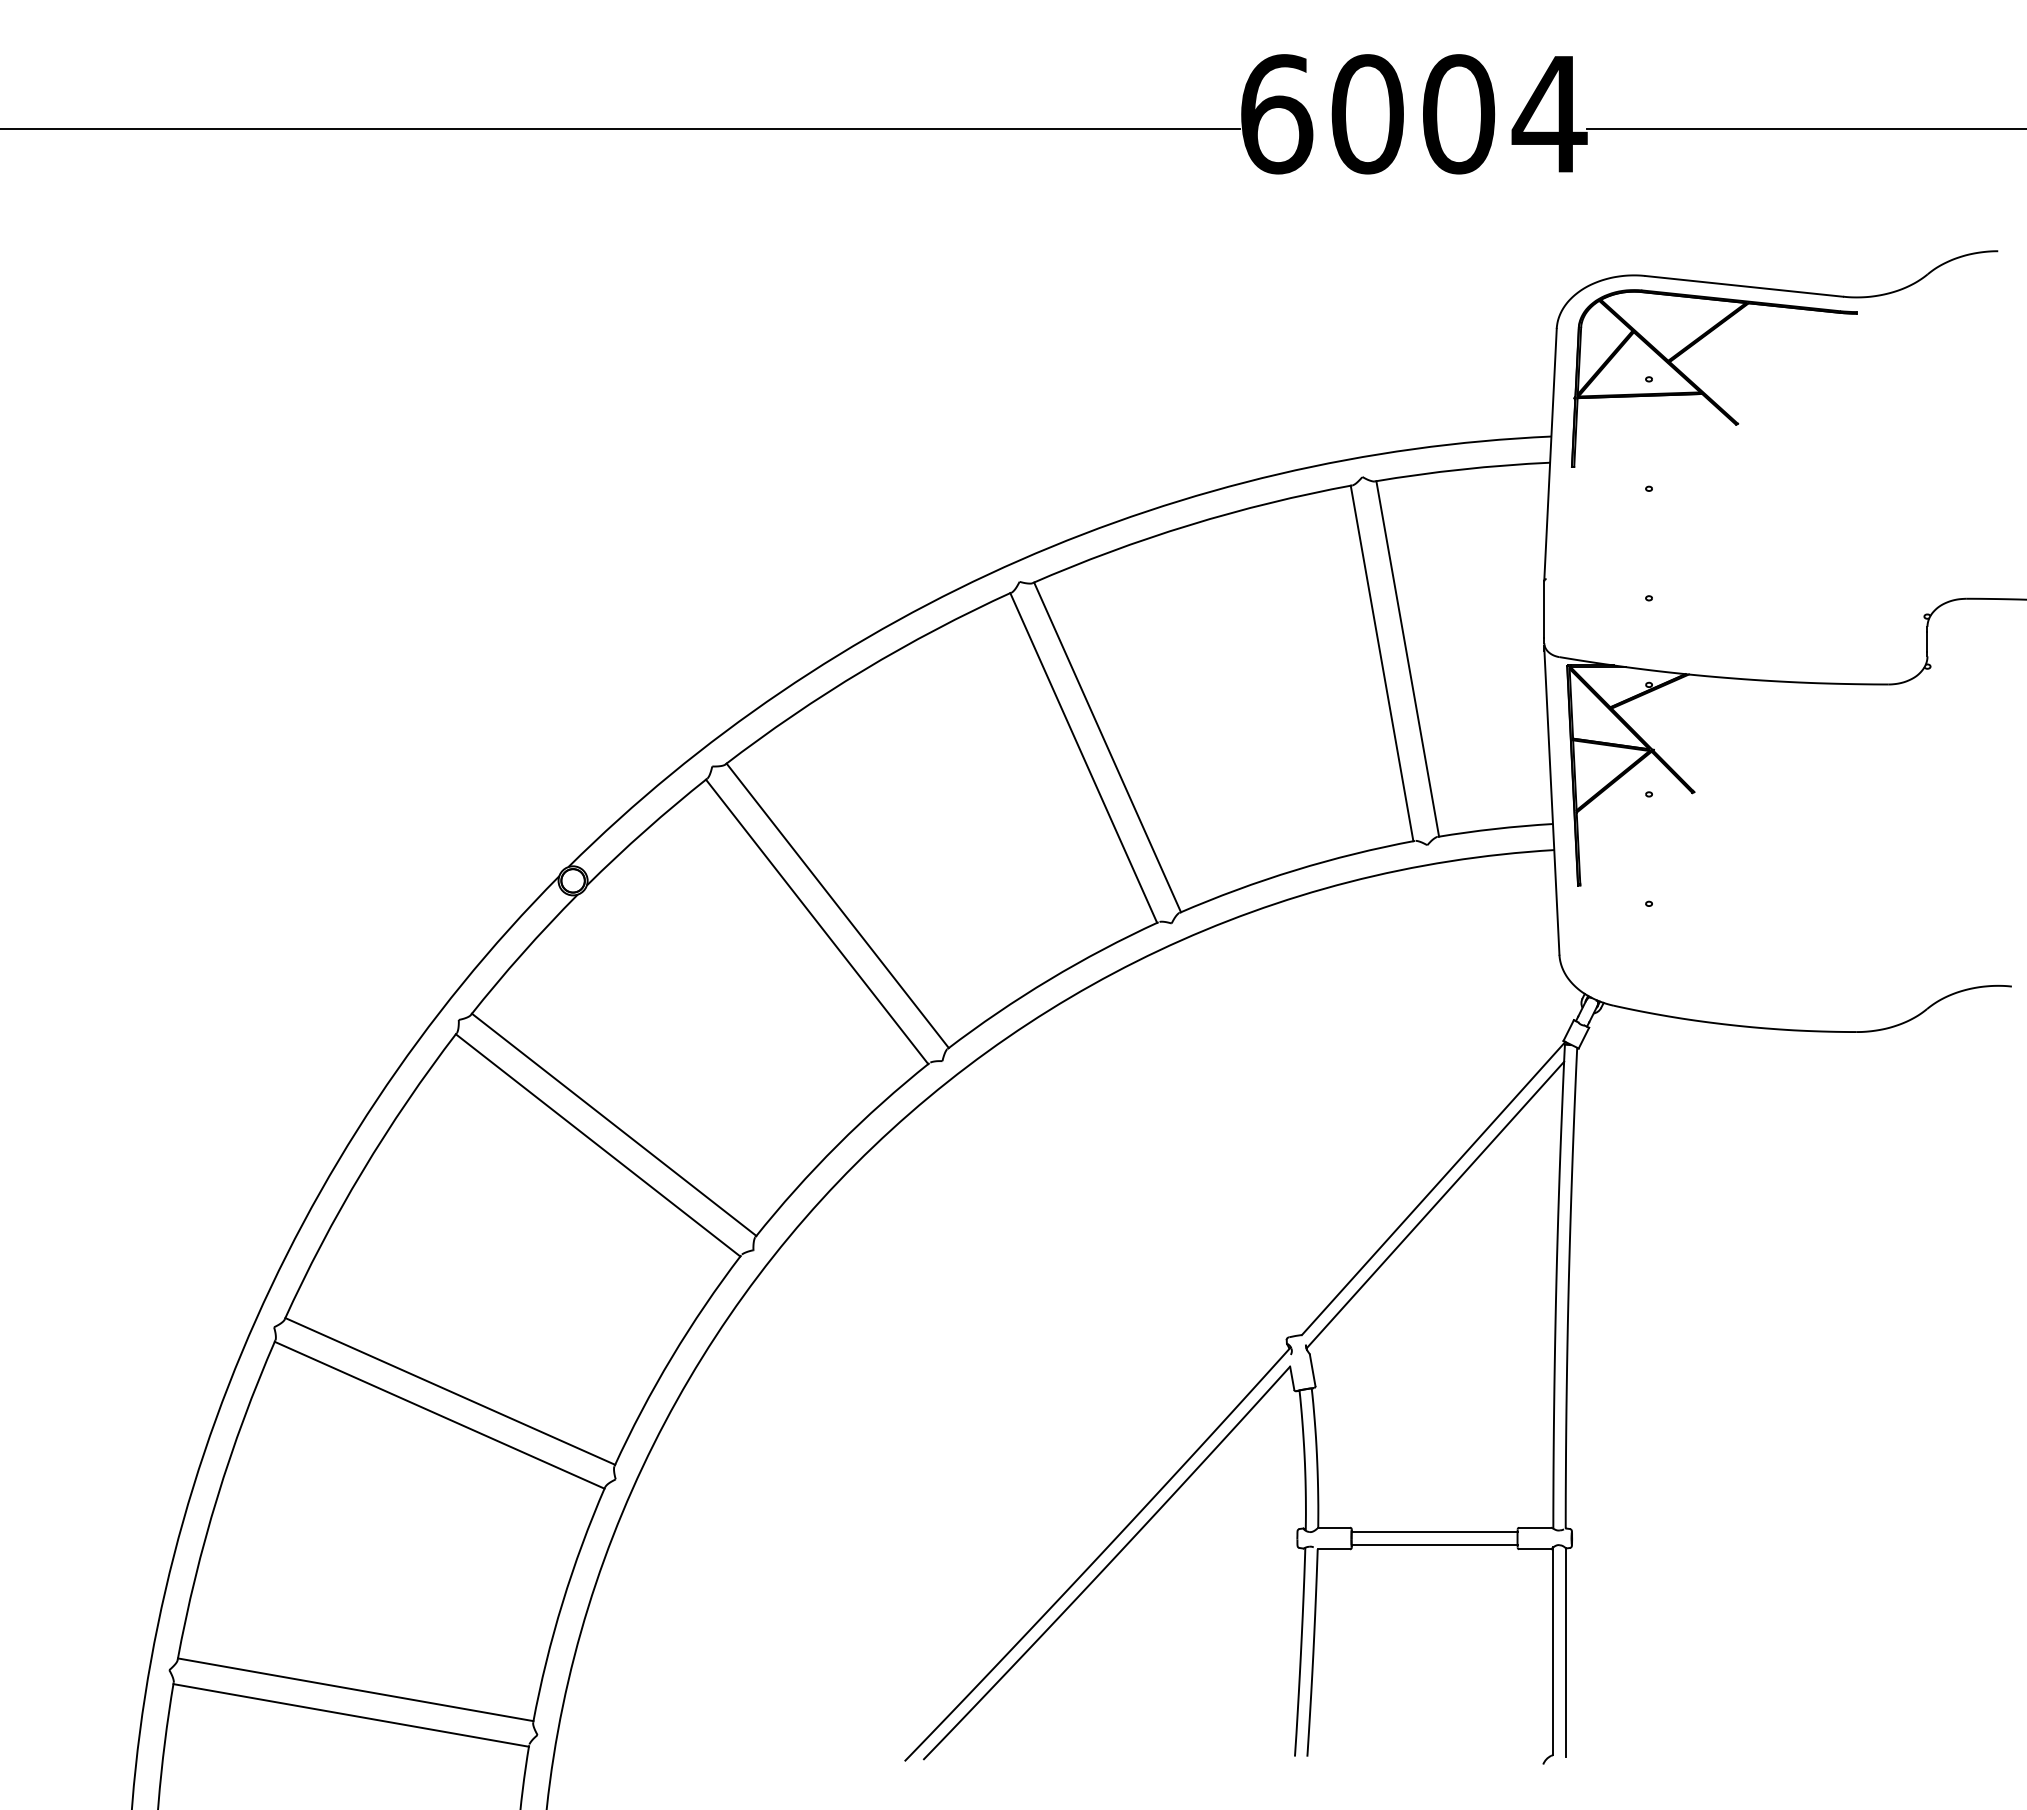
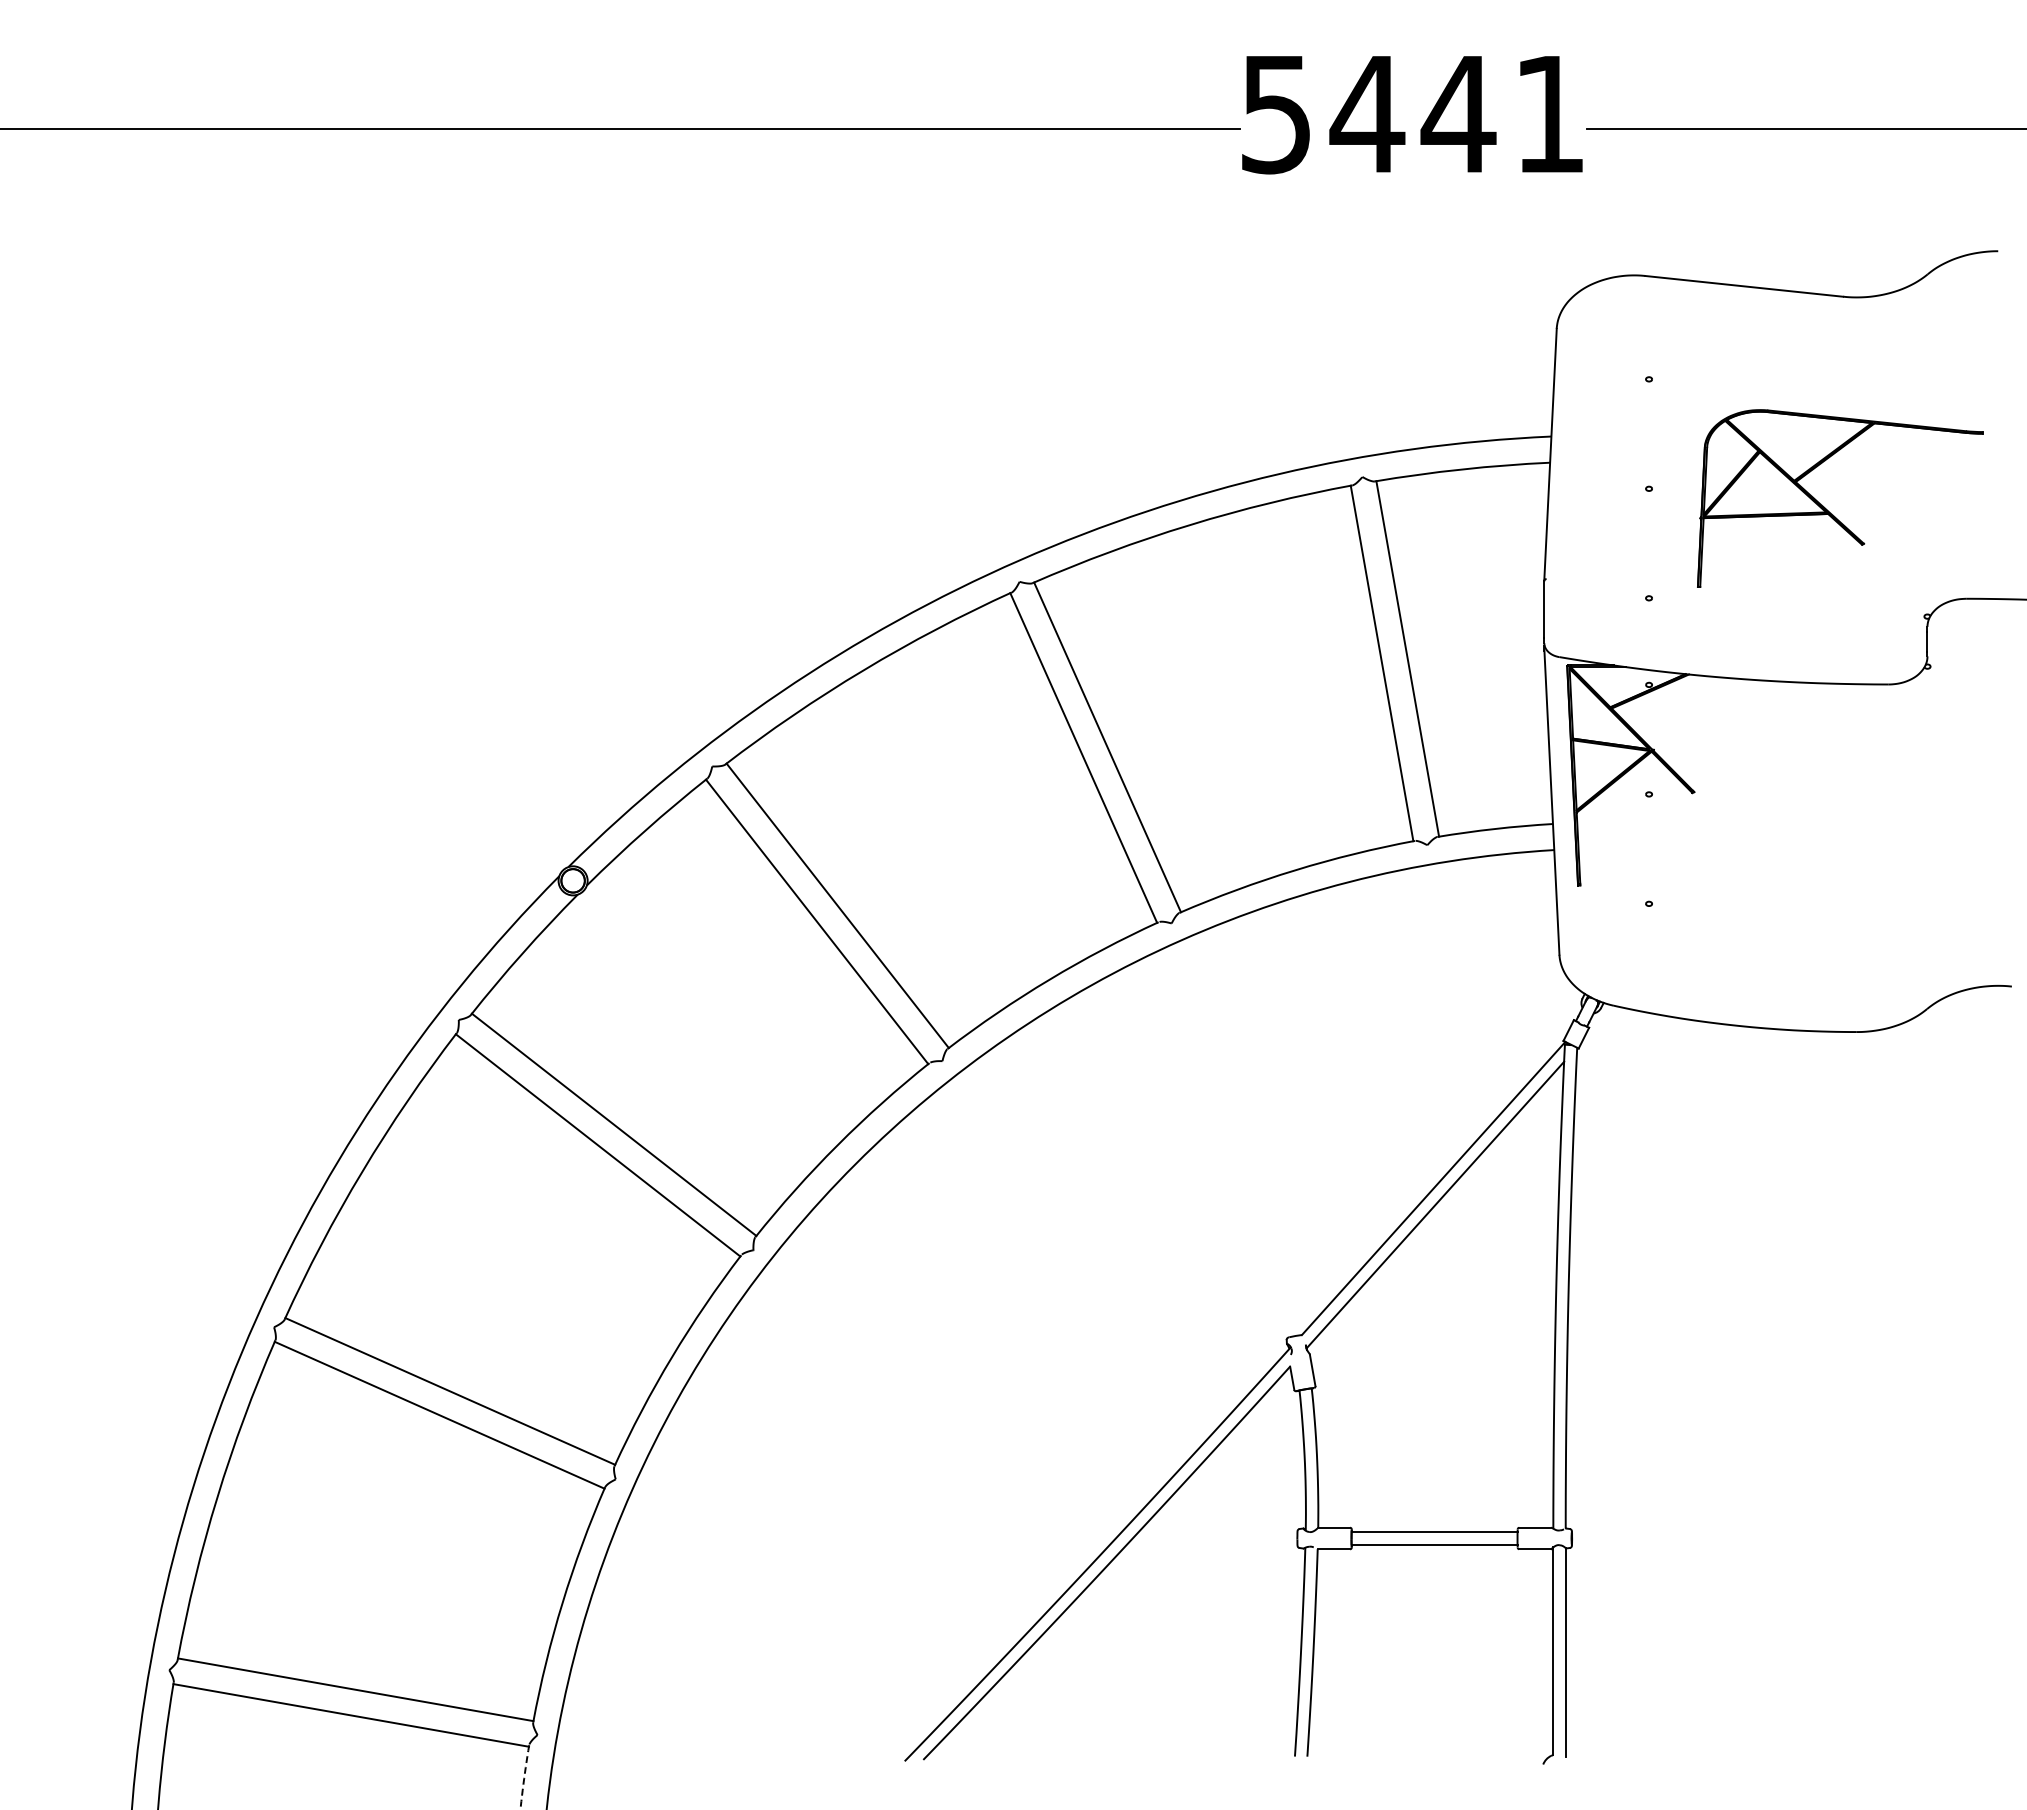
text at (1414, 114): 6004 -> 5441
part at (1702, 390) position: (1702, 390) -> (1828, 510)
arc at (524, 1777): solid -> dashed
